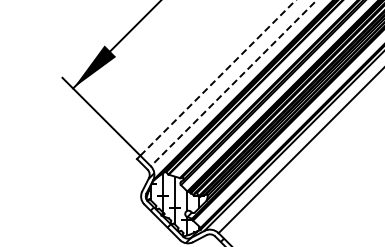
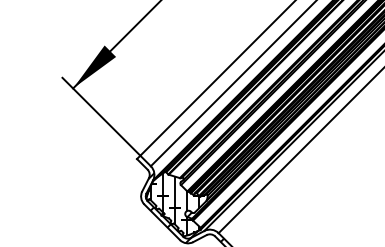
line at (218, 77): dashed -> solid
line at (233, 83): dashed -> solid
